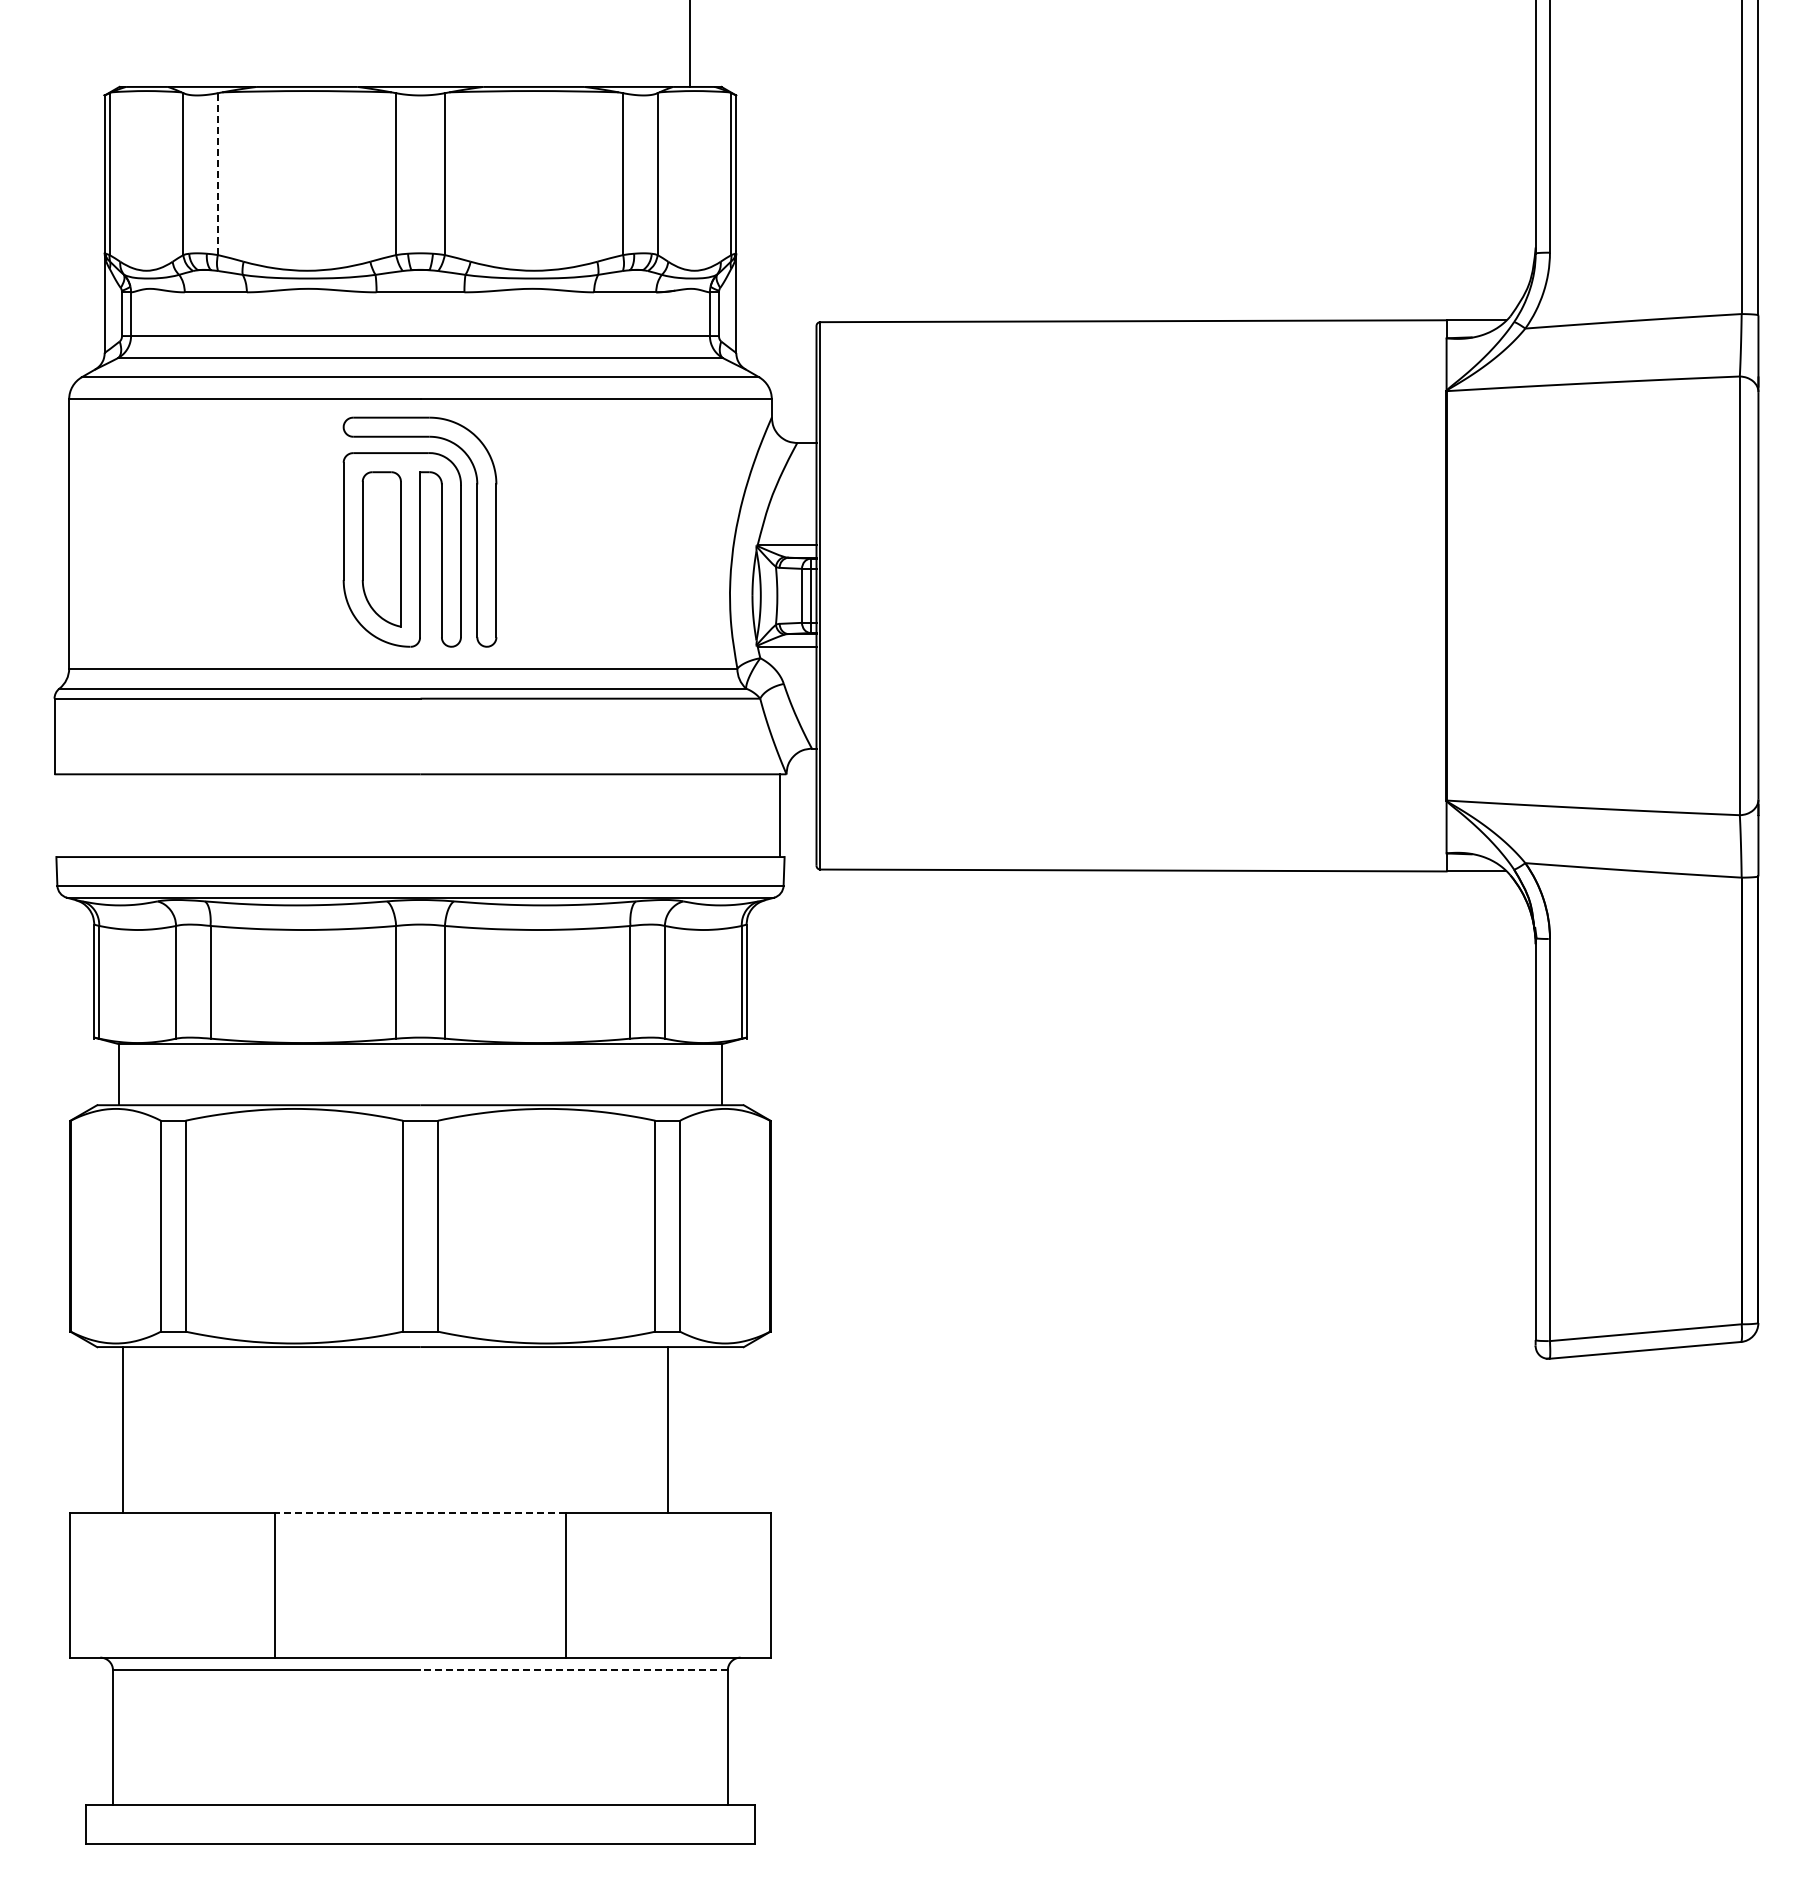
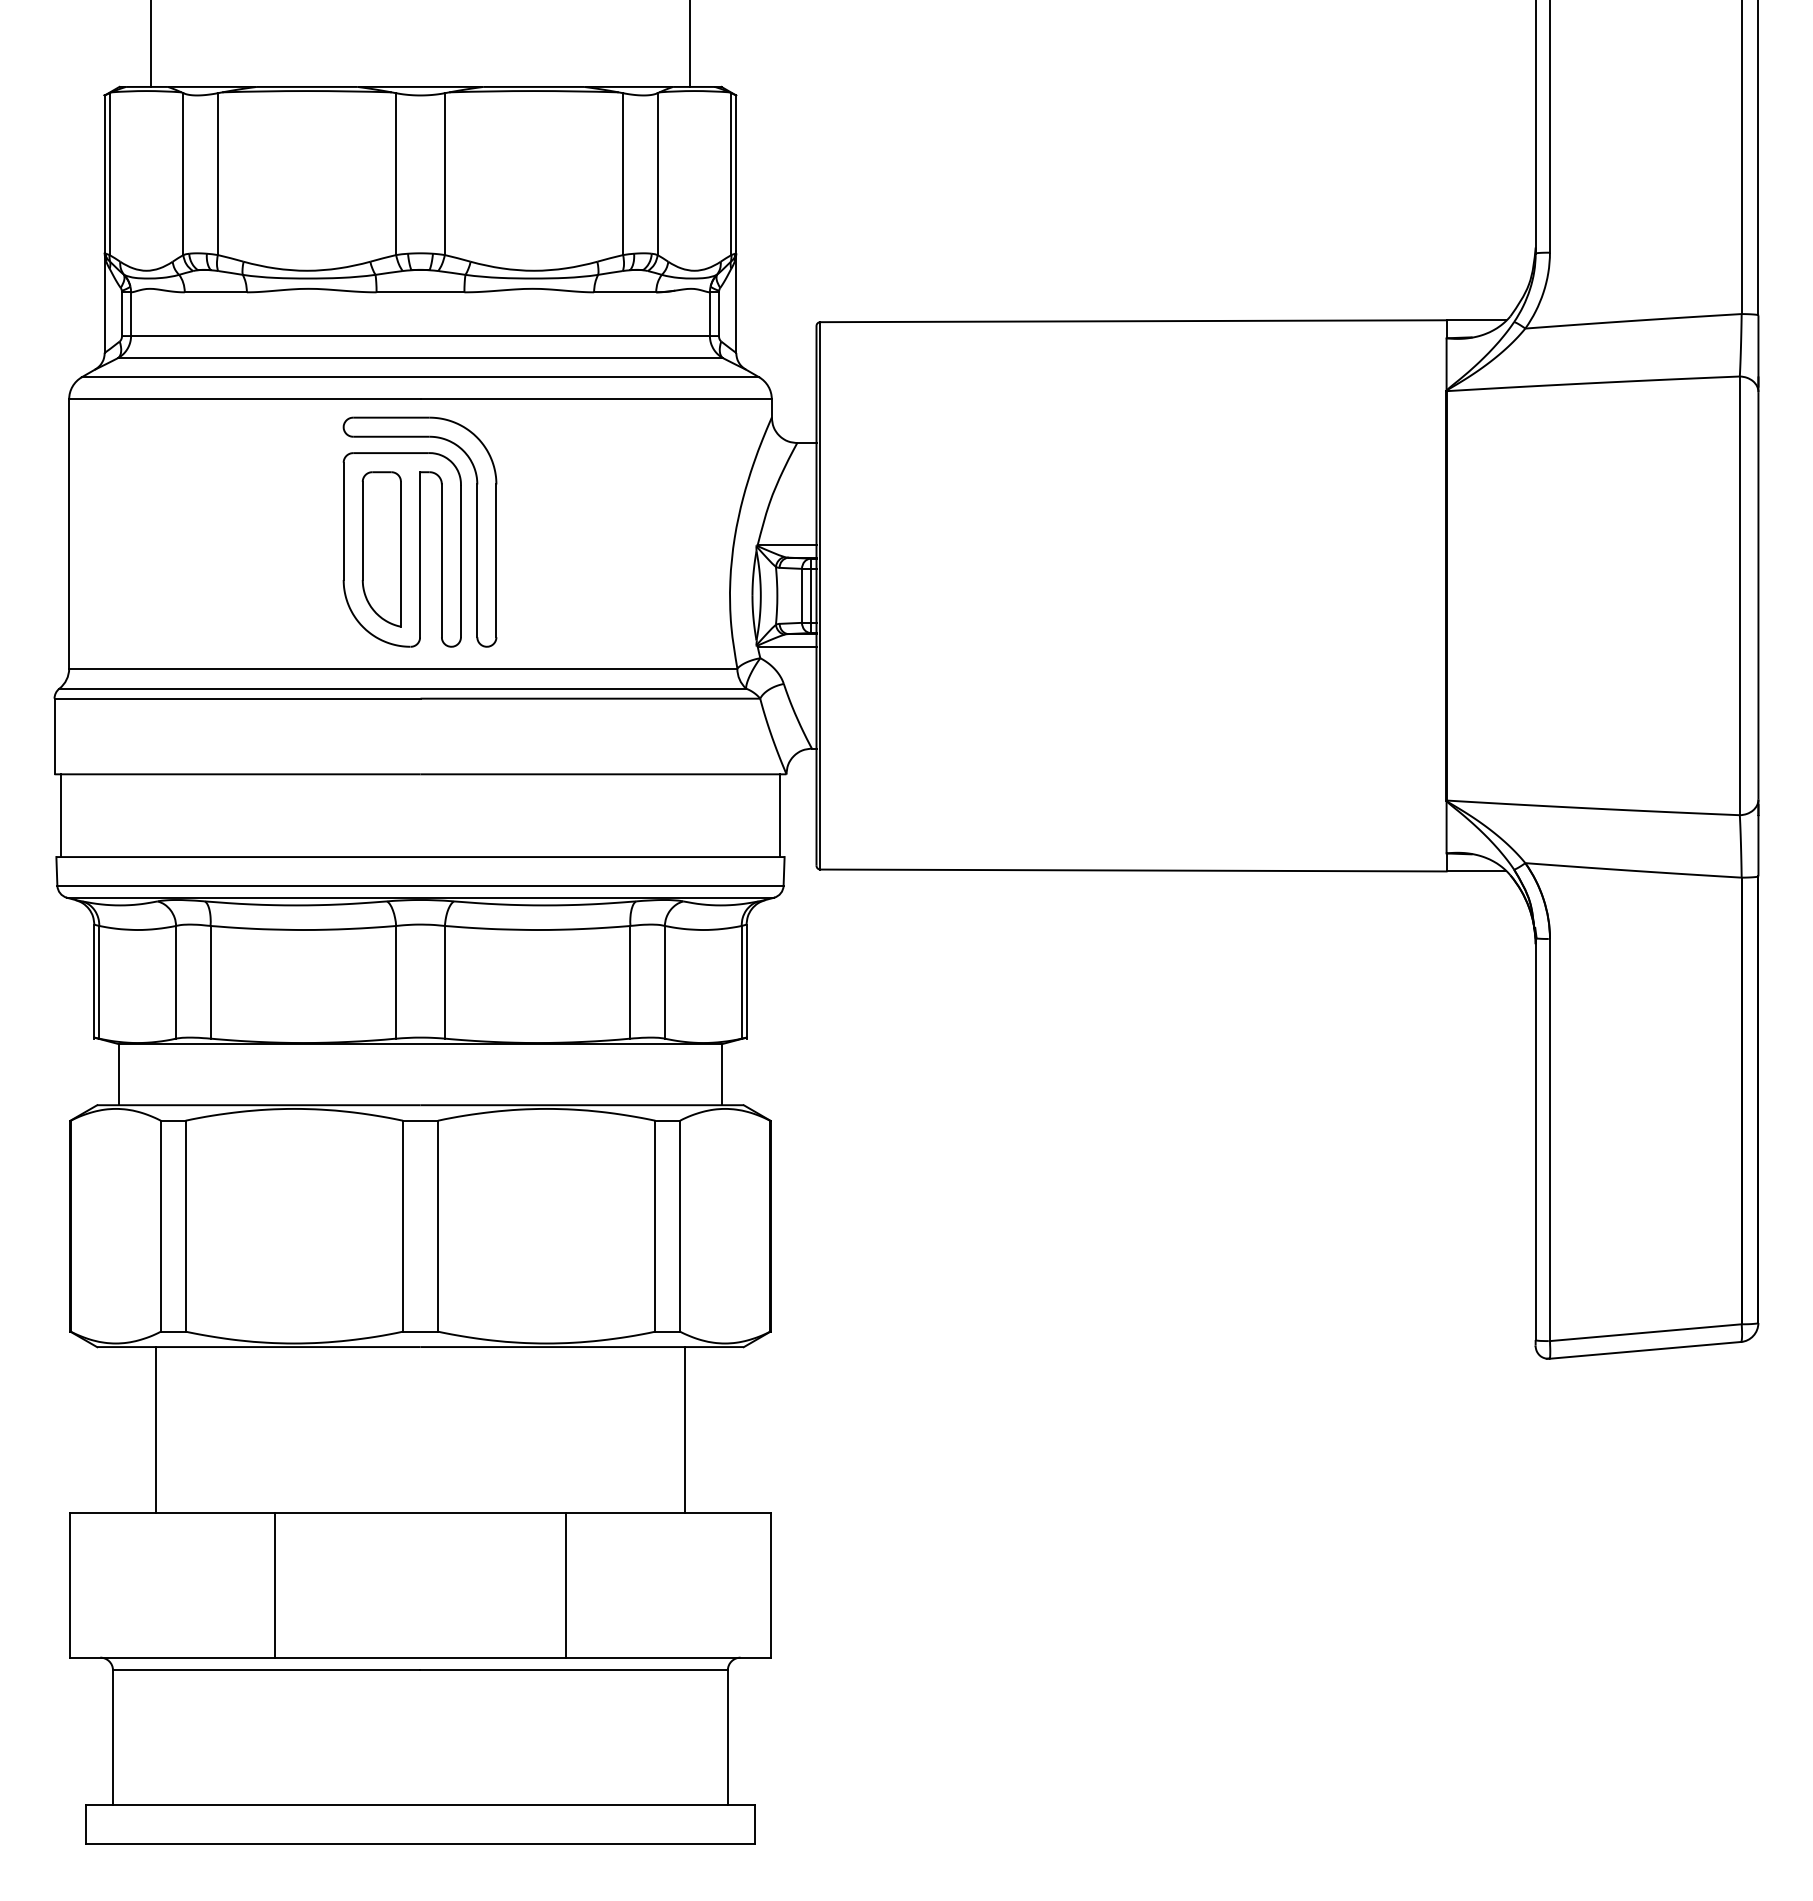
line at (150, 44): none -> present
line at (217, 174): dashed -> solid
line at (60, 815): none -> present
line at (122, 1429) position: (122, 1429) -> (155, 1429)
line at (668, 1429) position: (668, 1429) -> (685, 1429)
line at (420, 1512): dashed -> solid
line at (574, 1670): dashed -> solid
